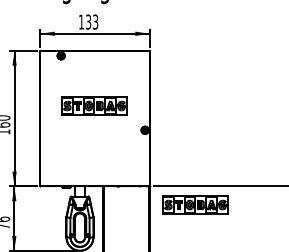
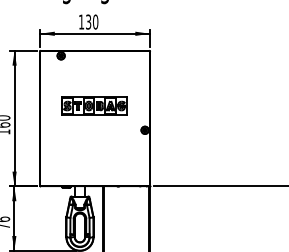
text at (95, 21): 133 -> 130
part at (195, 204): present -> none
